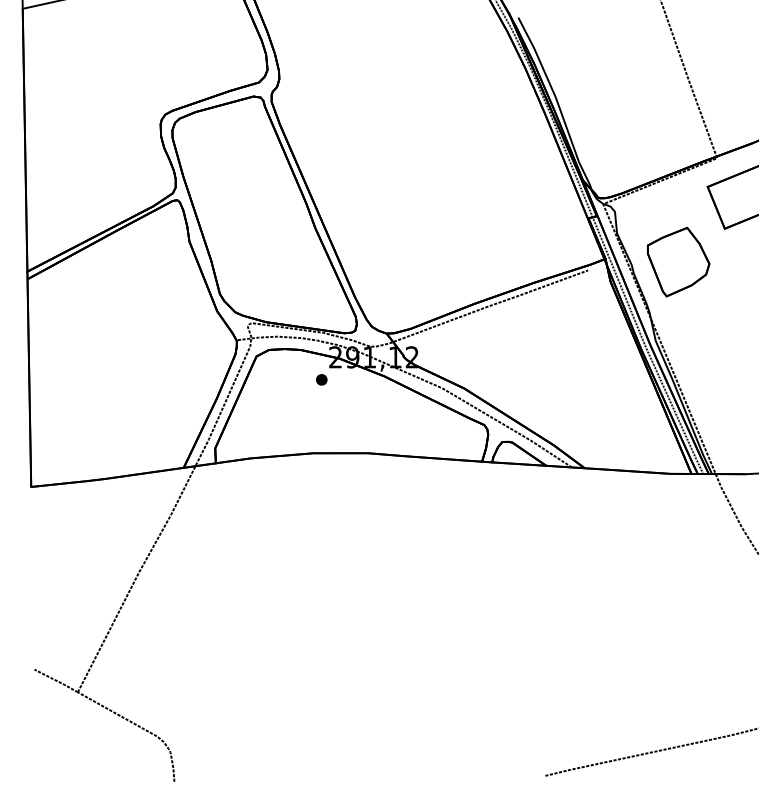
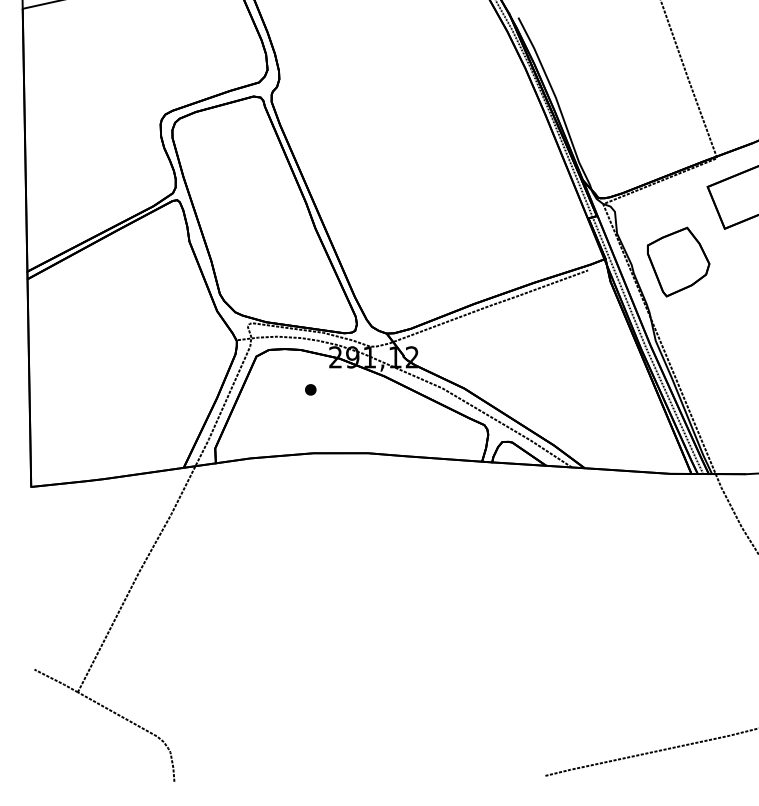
part at (321, 379) position: (321, 379) -> (310, 389)
